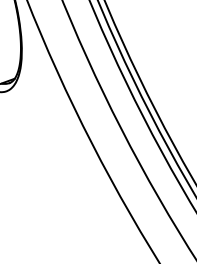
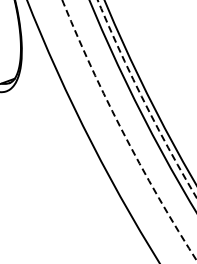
circle at (146, 98): solid -> dashed
circle at (129, 130): solid -> dashed
